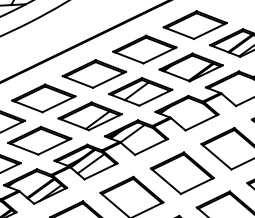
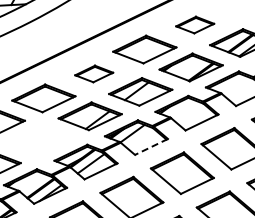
part at (194, 24) size: 66x30 px -> 41x20 px
part at (93, 73) size: 66x30 px -> 41x20 px
part at (39, 140): present -> none
line at (151, 147): solid -> dashed
